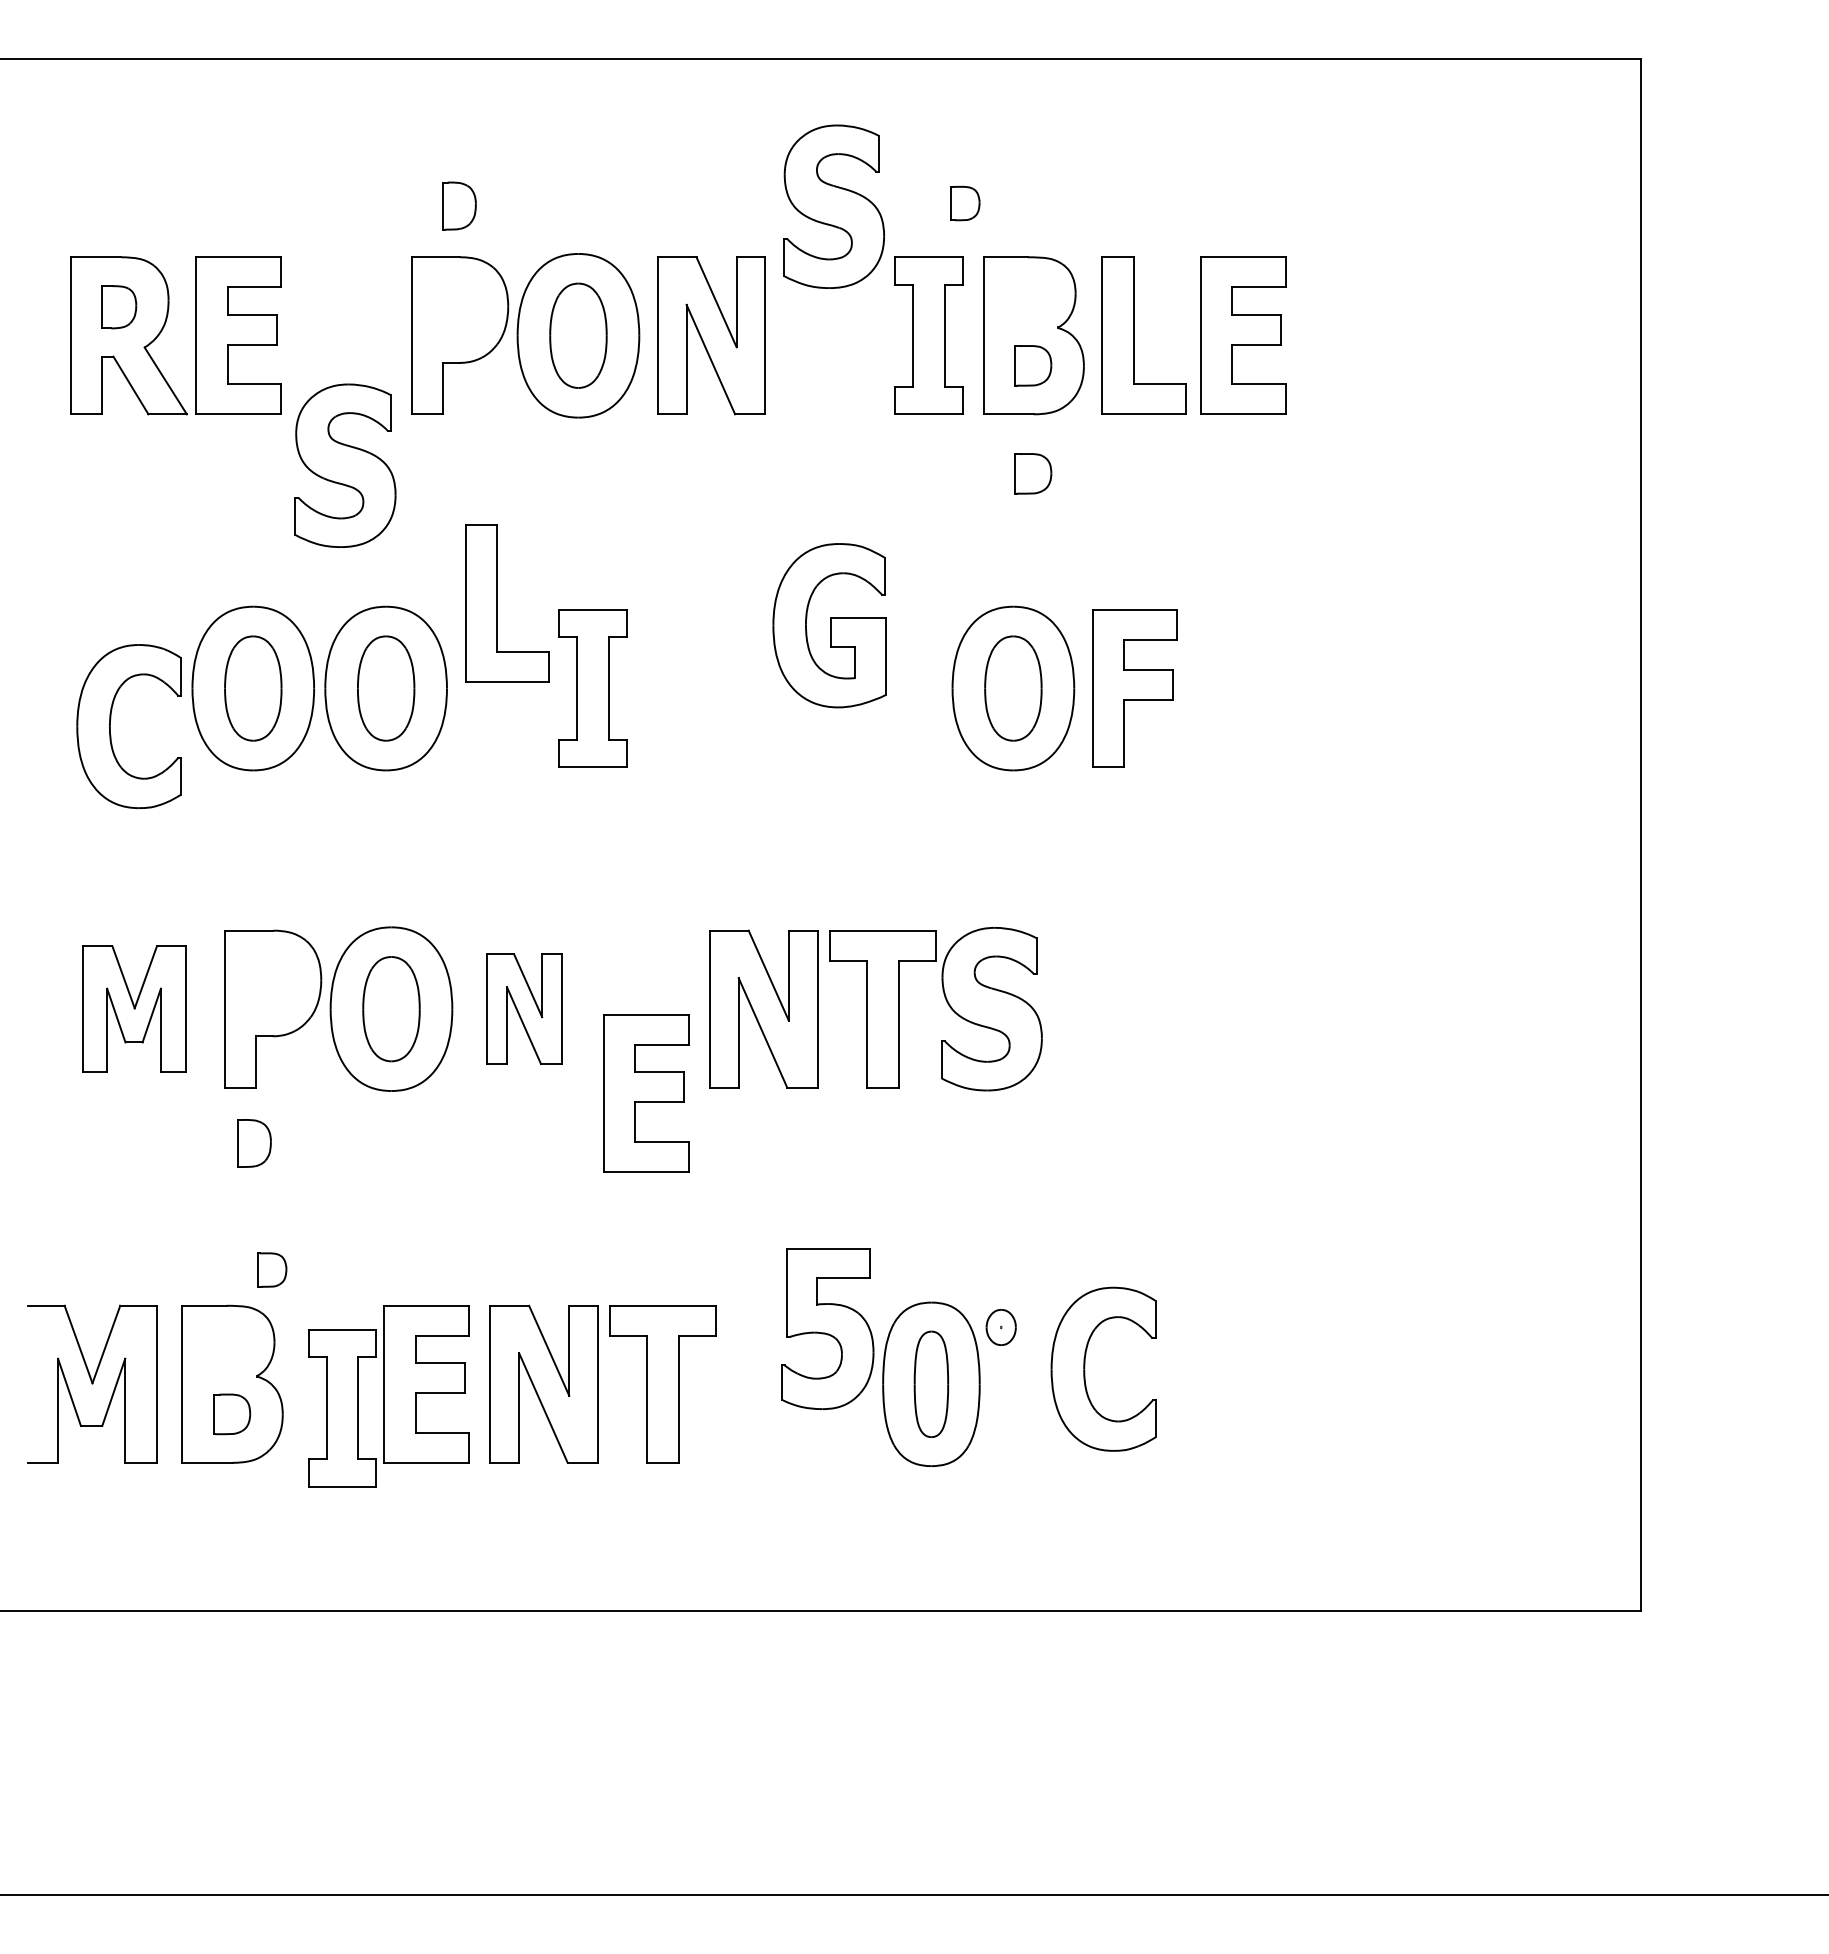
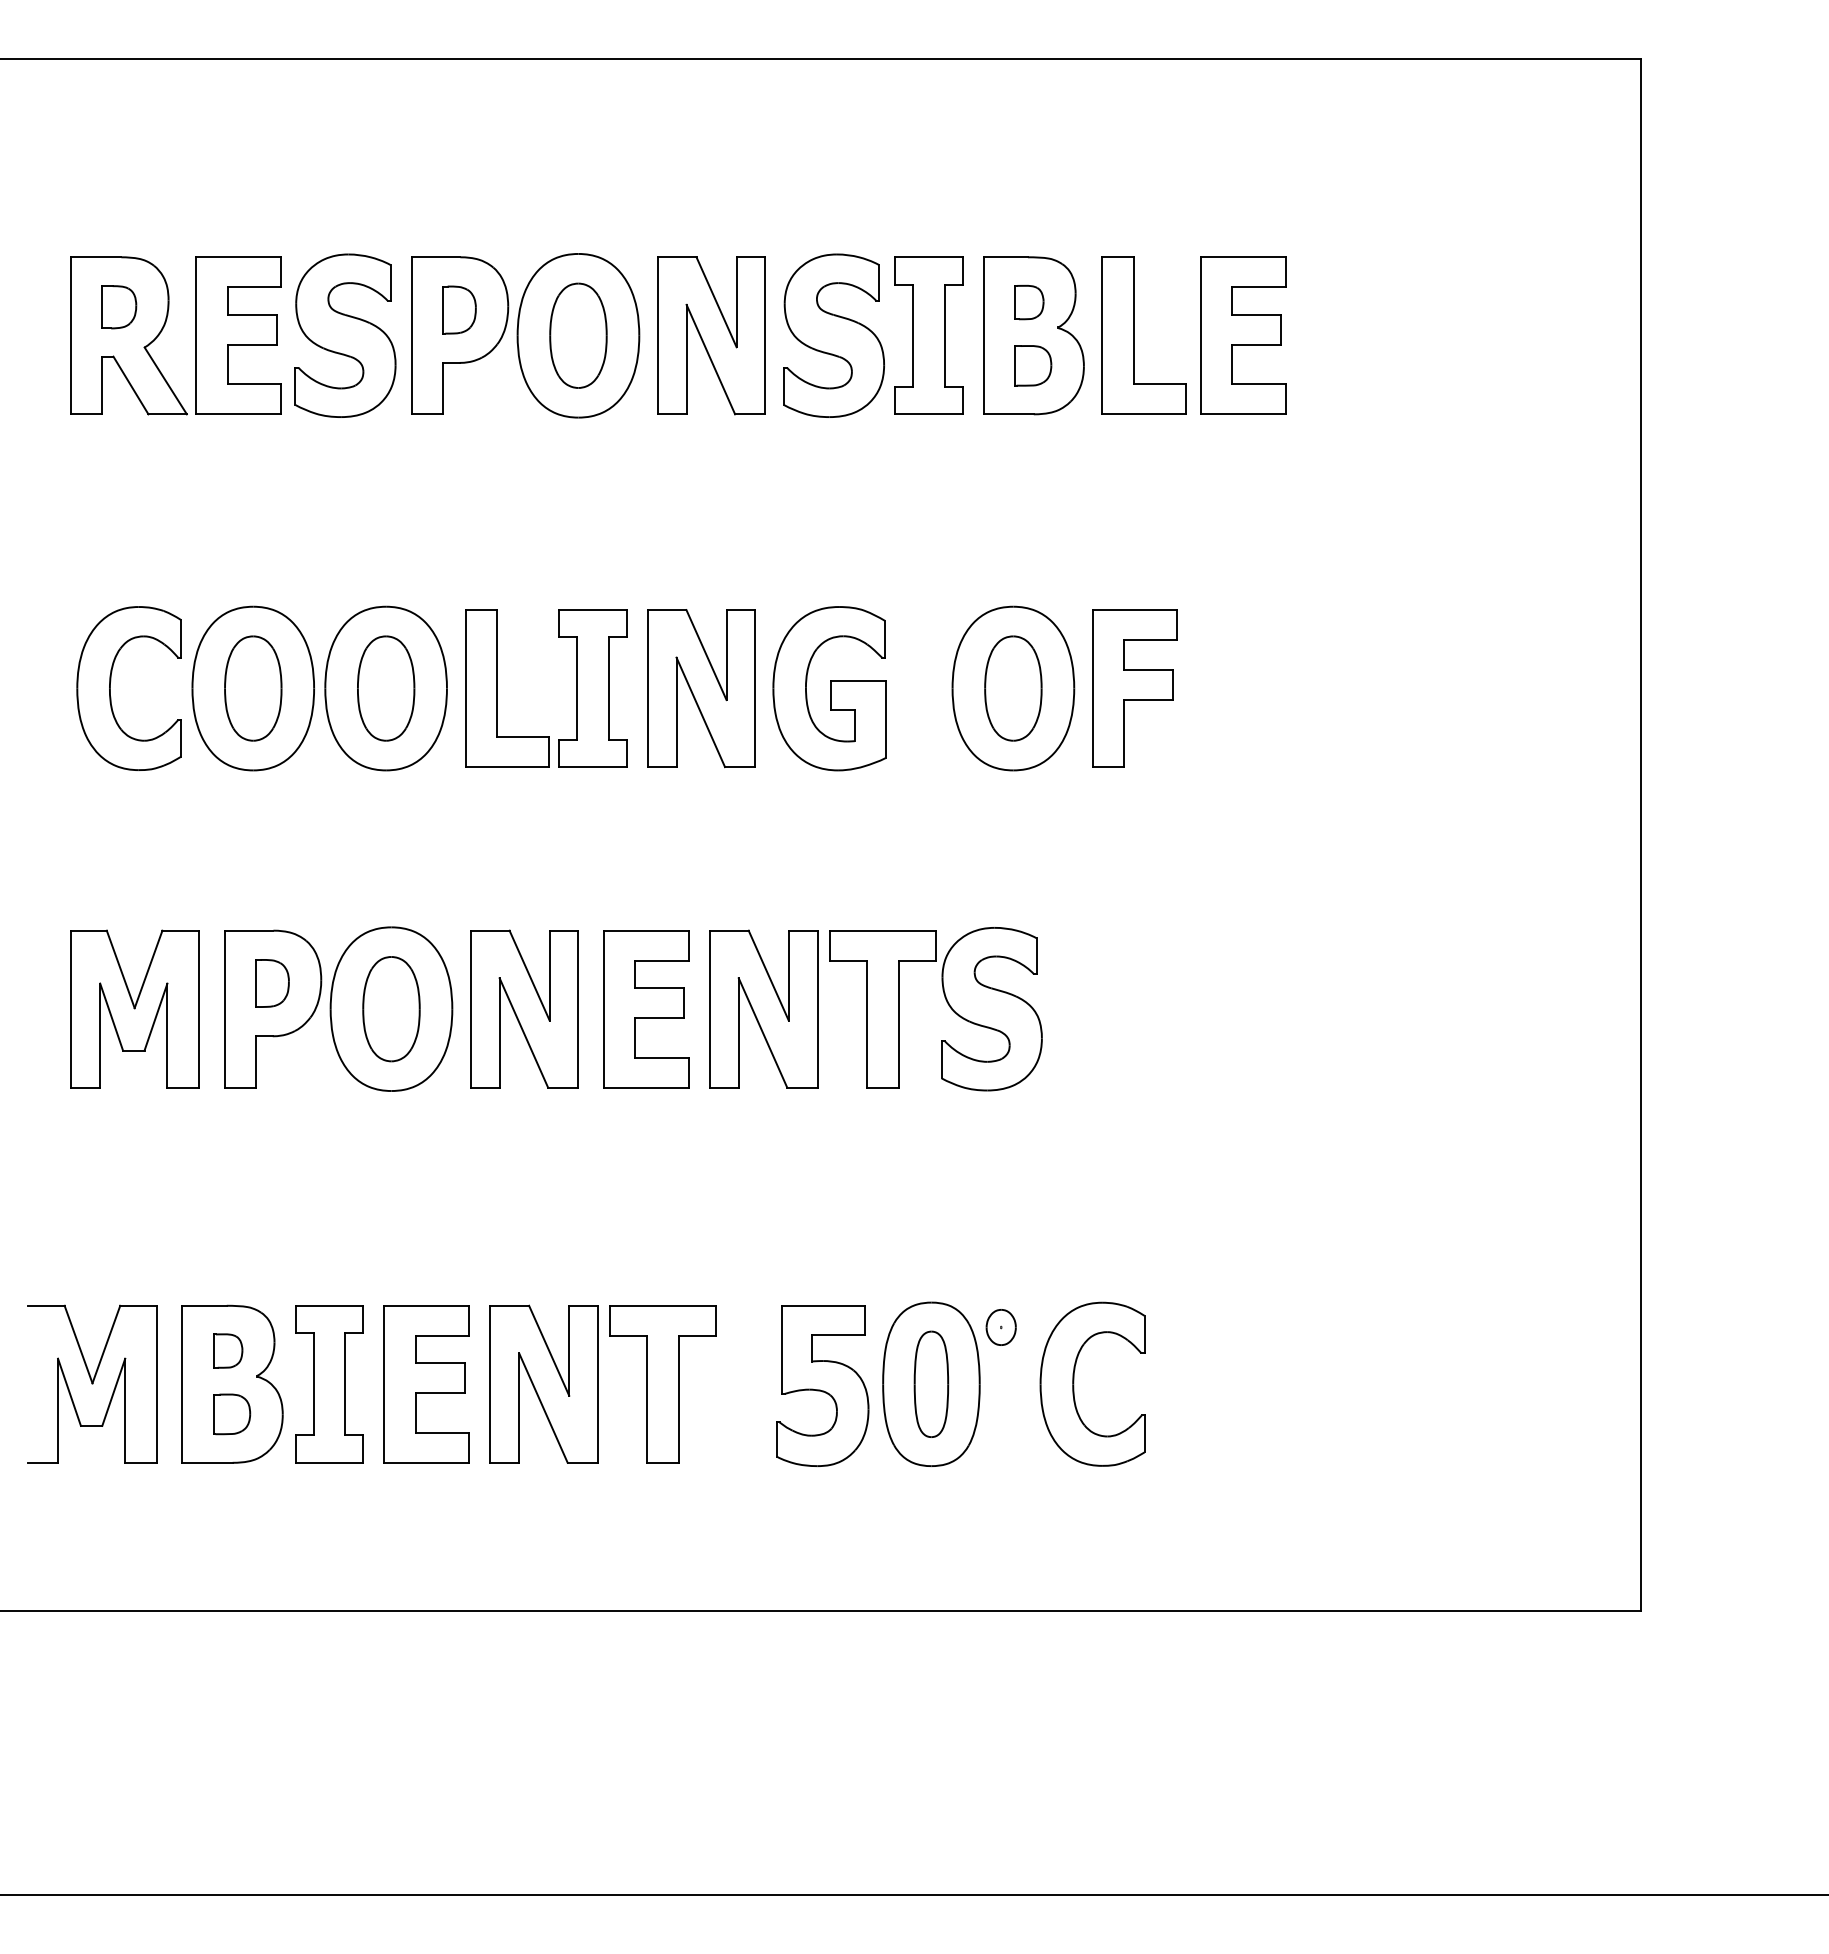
part at (965, 203) position: (965, 203) -> (1029, 302)
part at (459, 205) position: (459, 205) -> (459, 309)
part at (833, 206) position: (833, 206) -> (833, 335)
part at (345, 465) position: (345, 465) -> (345, 335)
part at (1033, 473): present -> none
part at (497, 603) position: (497, 603) -> (497, 688)
part at (829, 625) position: (829, 625) -> (829, 688)
part at (701, 688): none -> present
part at (110, 726) position: (110, 726) -> (110, 688)
part at (134, 1008) size: 105x128 px -> 130x160 px
part at (524, 1009) size: 77x113 px -> 109x160 px
part at (646, 1093) position: (646, 1093) -> (646, 1009)
part at (254, 1143) position: (254, 1143) -> (272, 983)
part at (272, 1269) position: (272, 1269) -> (228, 1350)
part at (827, 1328) position: (827, 1328) -> (822, 1385)
part at (1085, 1368) position: (1085, 1368) -> (1074, 1383)
part at (342, 1408) position: (342, 1408) -> (329, 1384)
